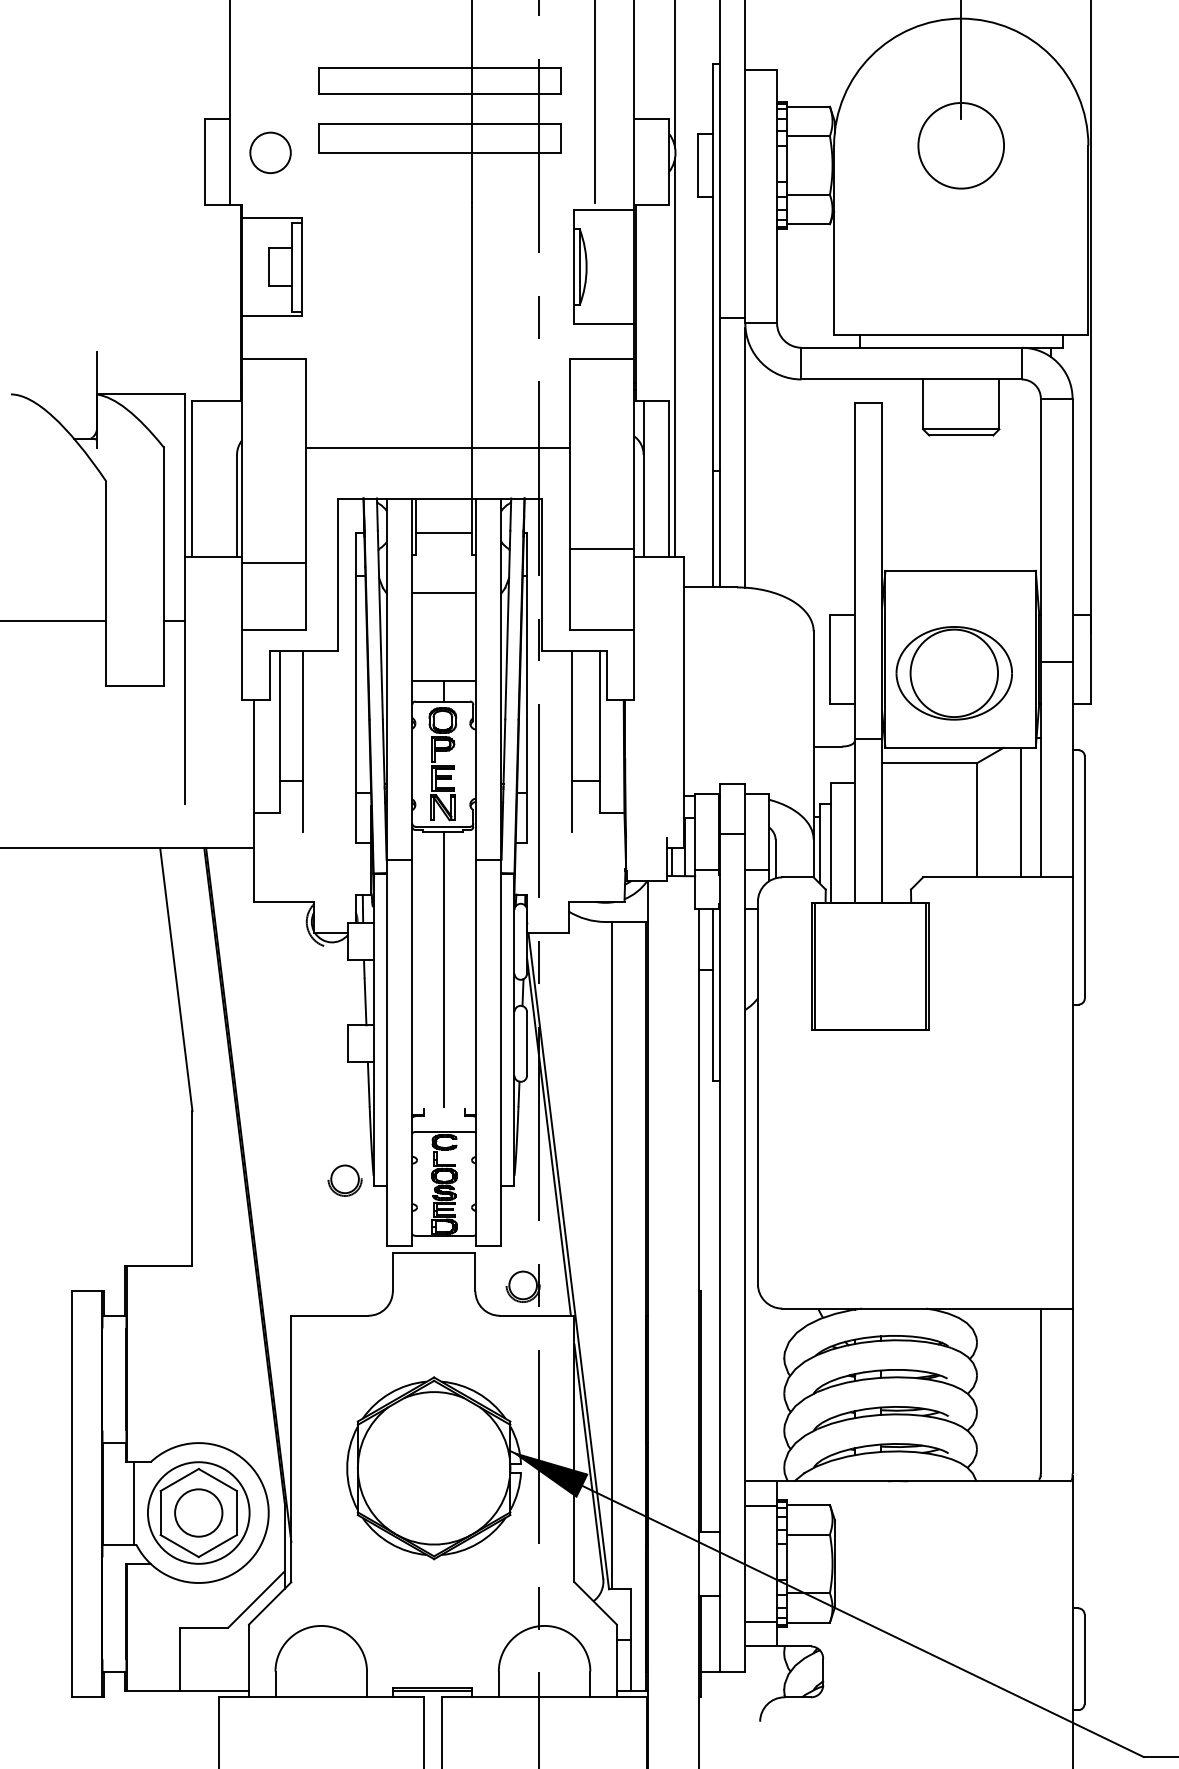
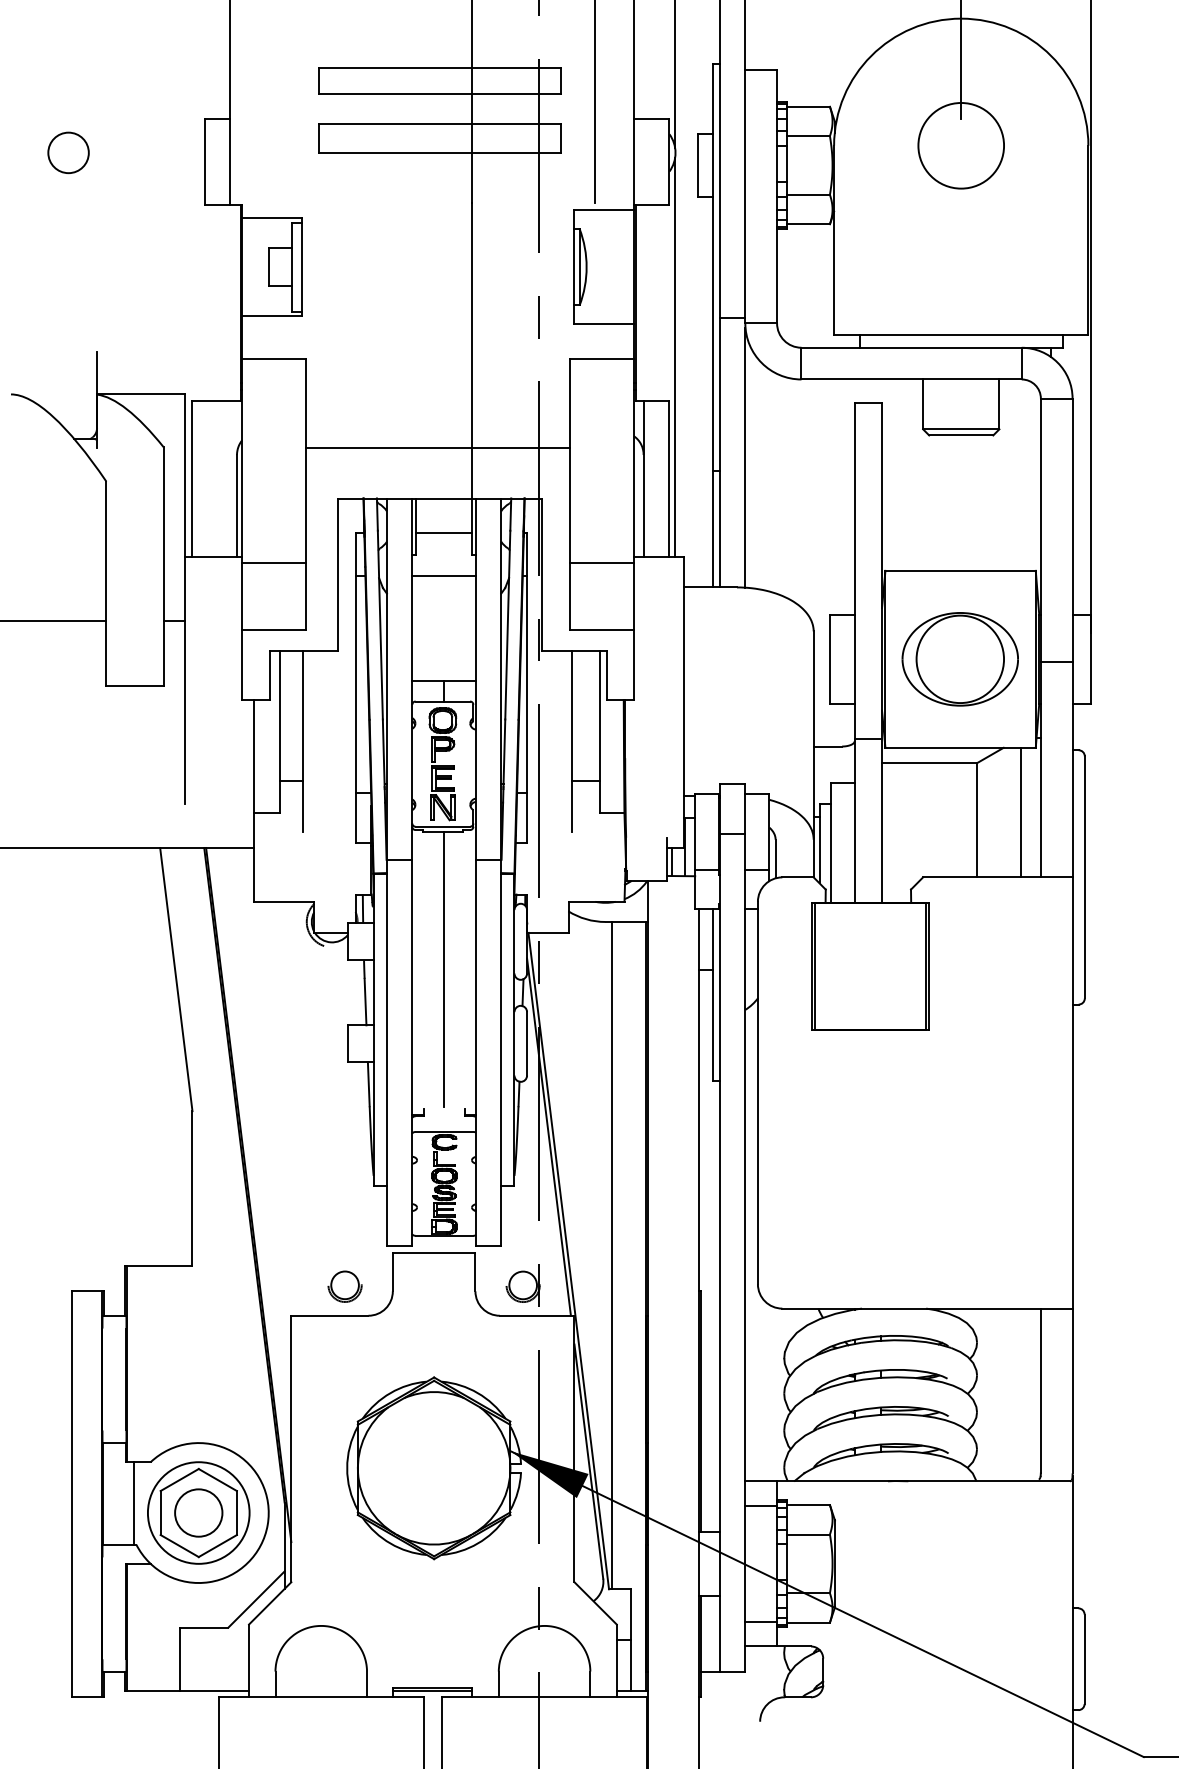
circle at (270, 152) position: (270, 152) -> (68, 152)
line at (601, 549) position: (601, 549) -> (601, 563)
line at (443, 592) position: (443, 592) -> (443, 575)
part at (953, 673) position: (953, 673) -> (959, 659)
part at (344, 1180) position: (344, 1180) -> (344, 1286)
